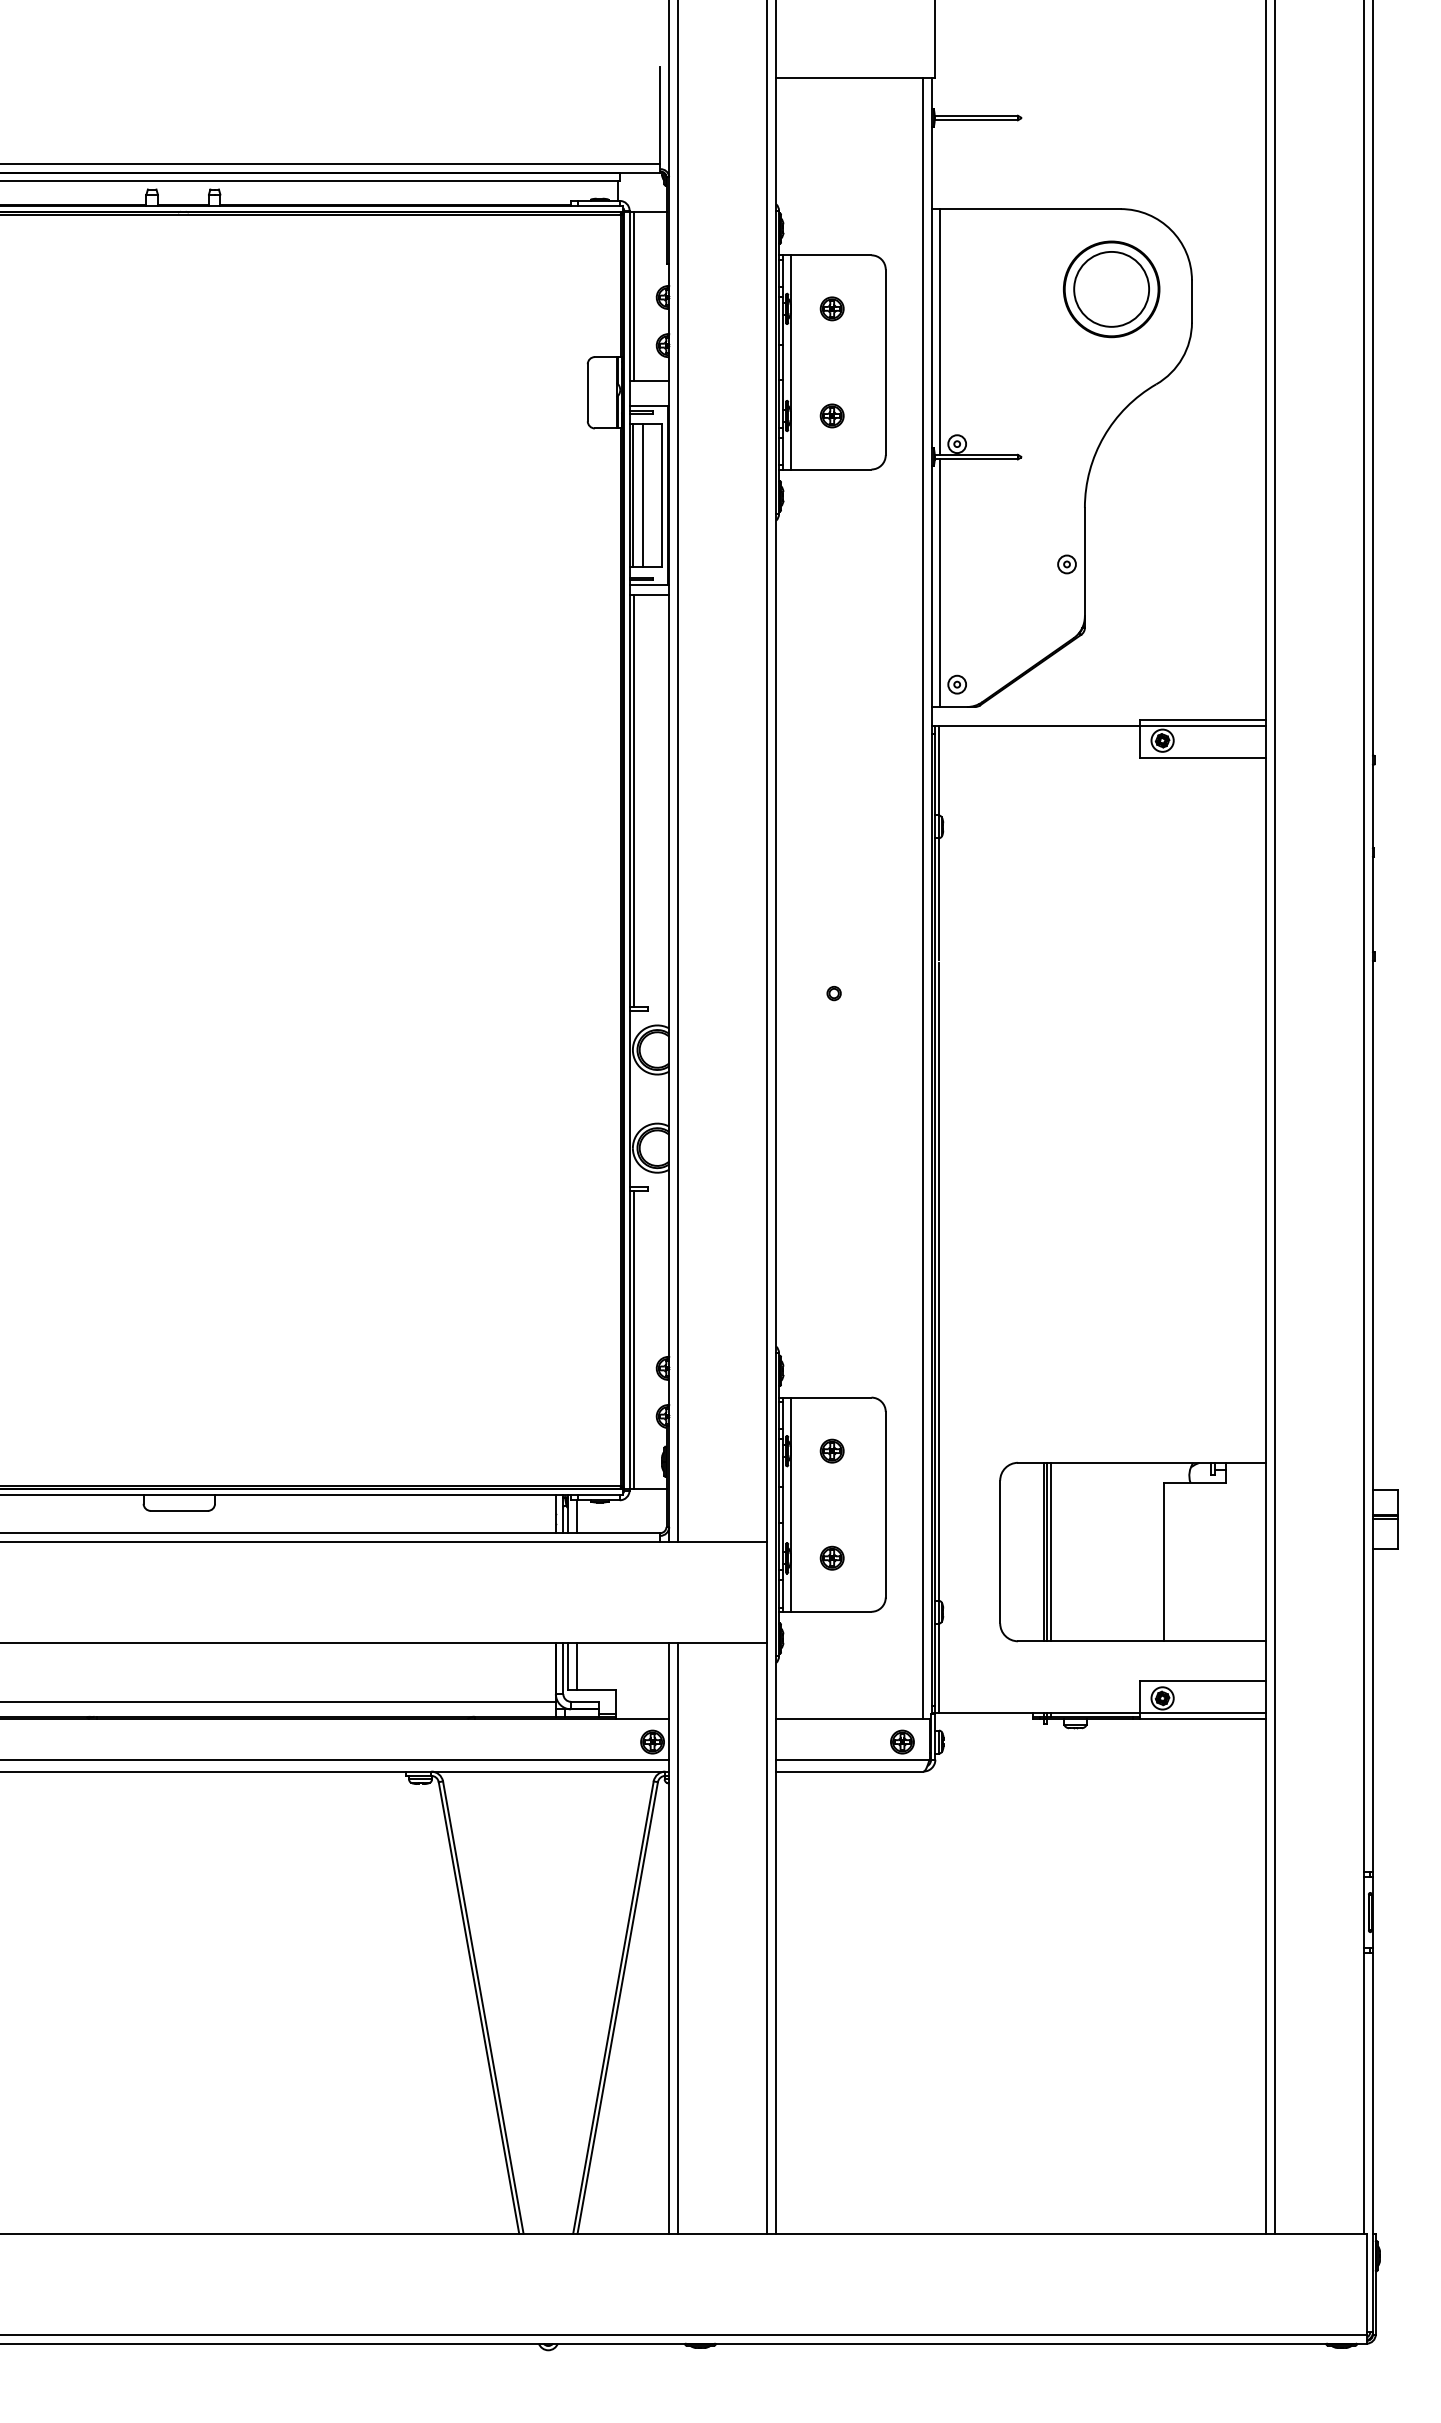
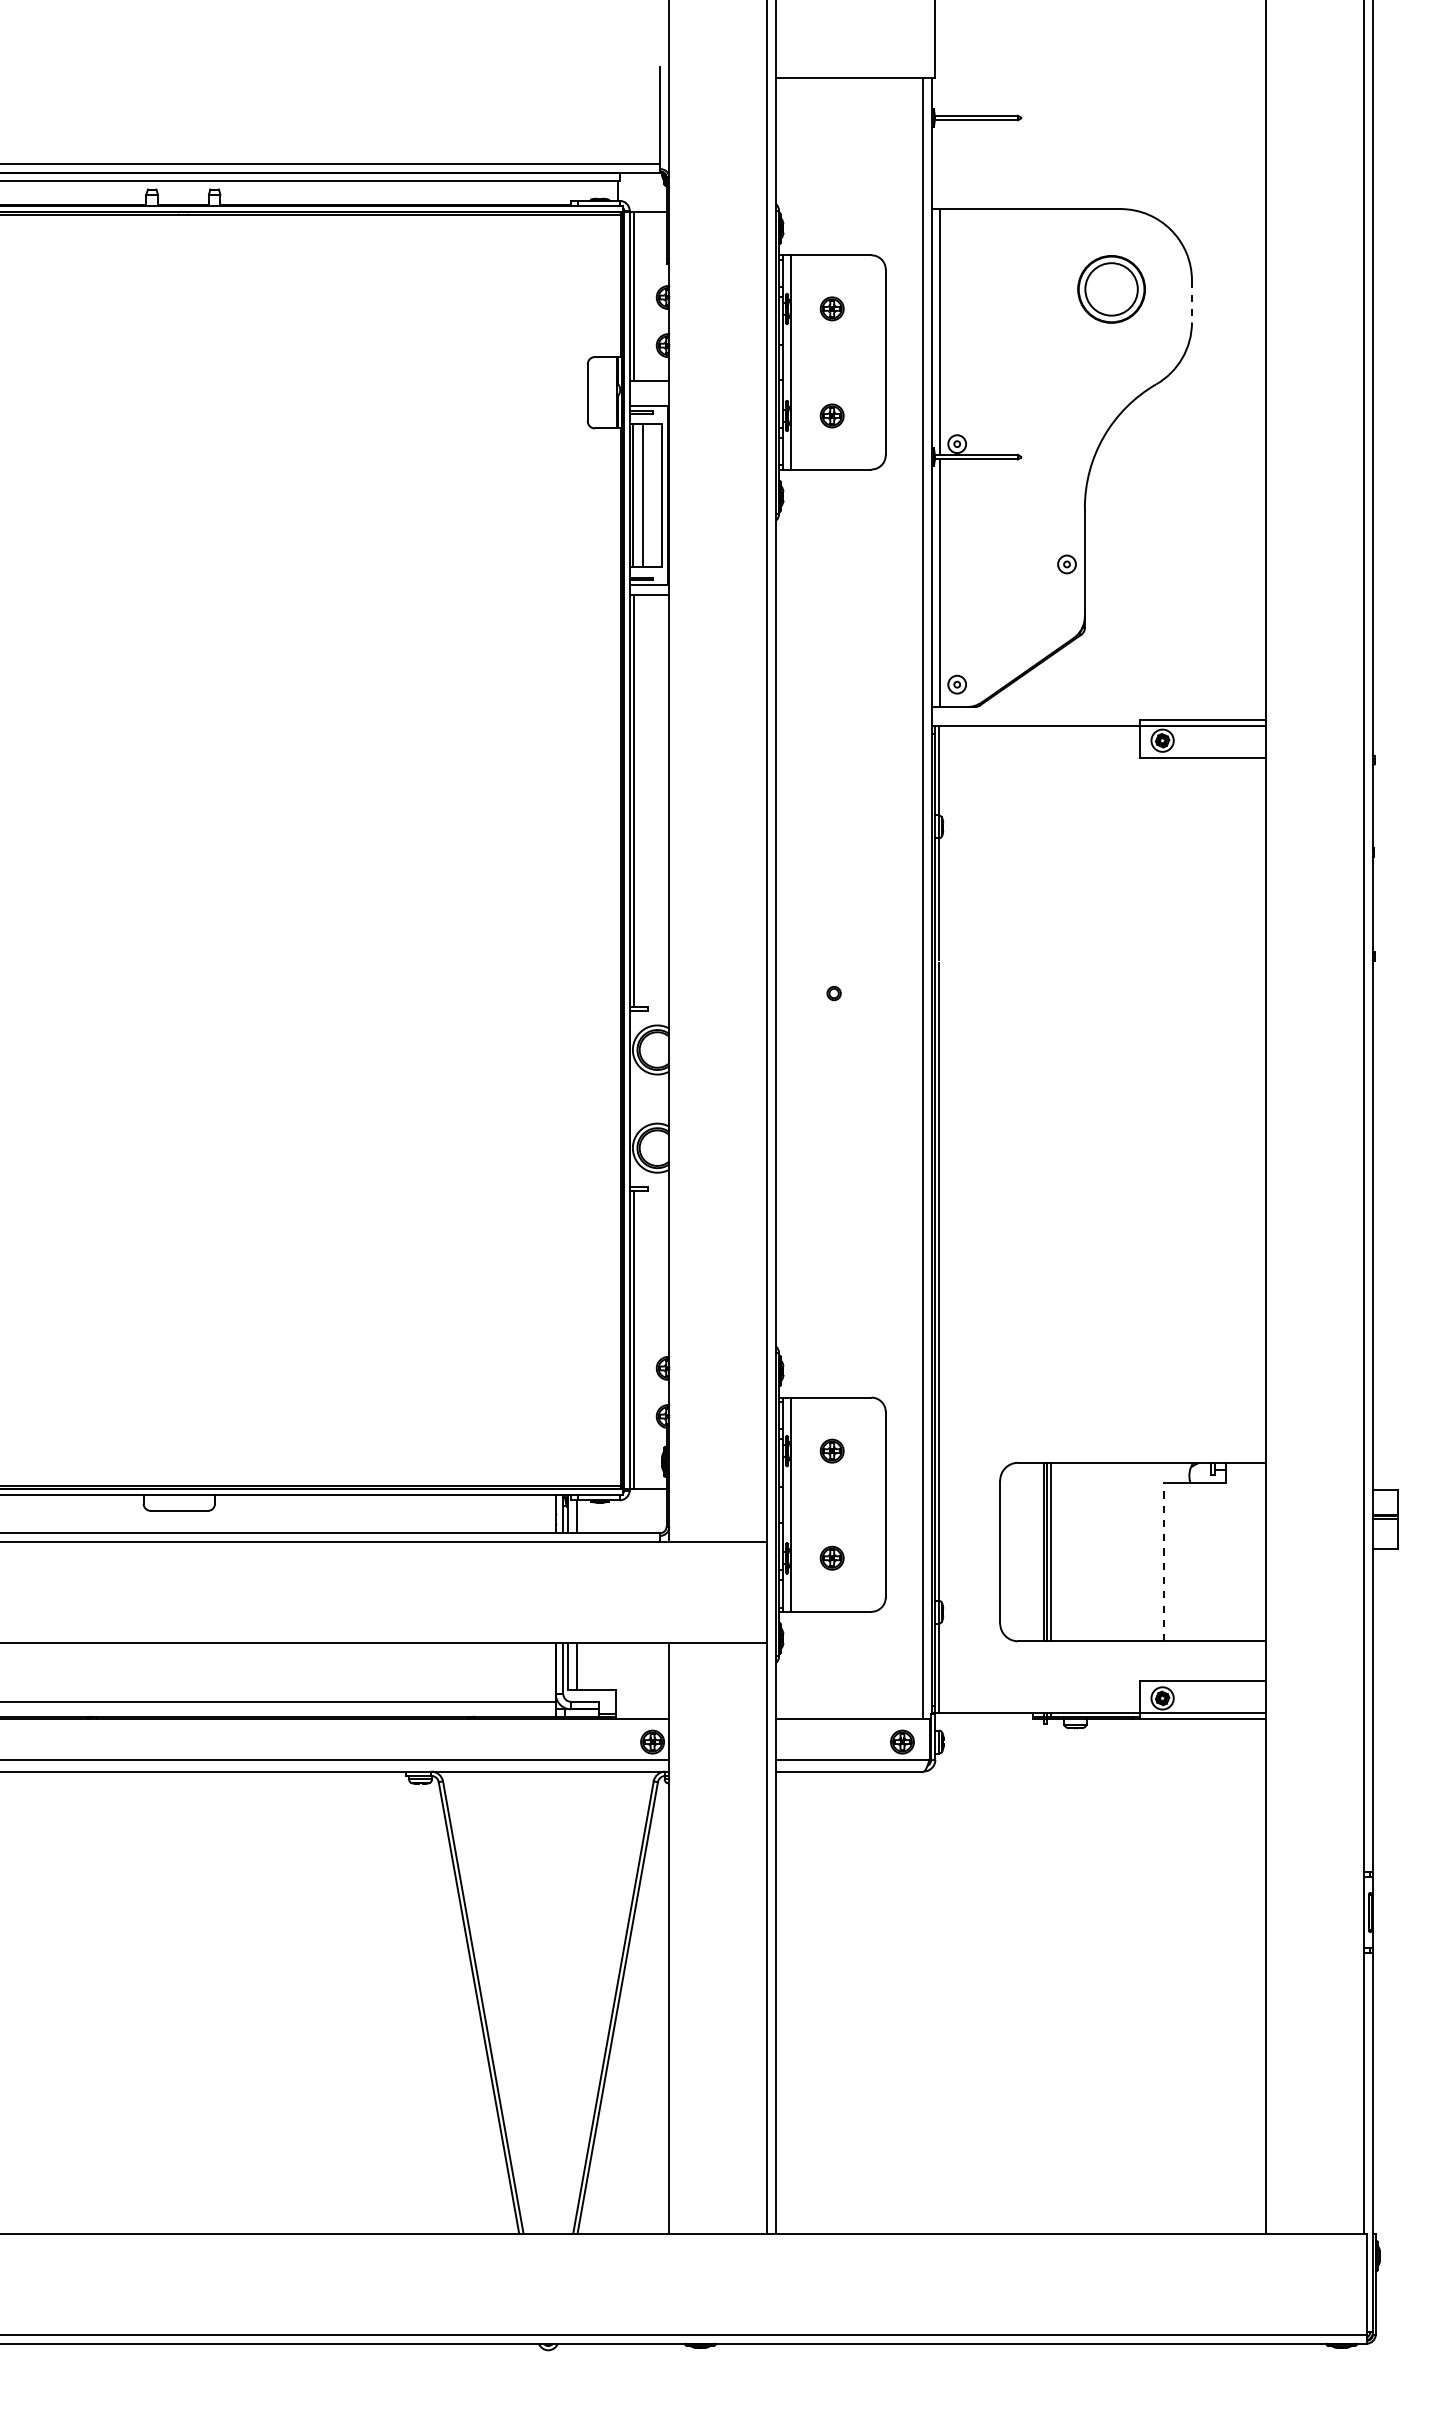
part at (1111, 289) size: 99x99 px -> 69x69 px
line at (1191, 301): solid -> dashed
line at (678, 772): present -> none
line at (1274, 1117): present -> none
line at (1163, 1561): solid -> dashed
line at (678, 1938): present -> none
